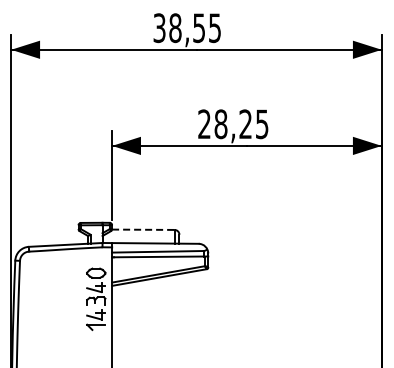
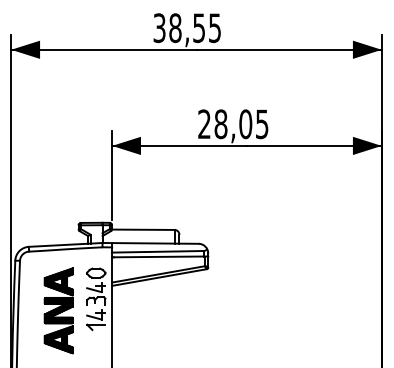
text at (245, 124): 28,25 -> 28,05
line at (143, 229): dashed -> solid
part at (58, 310): none -> present
